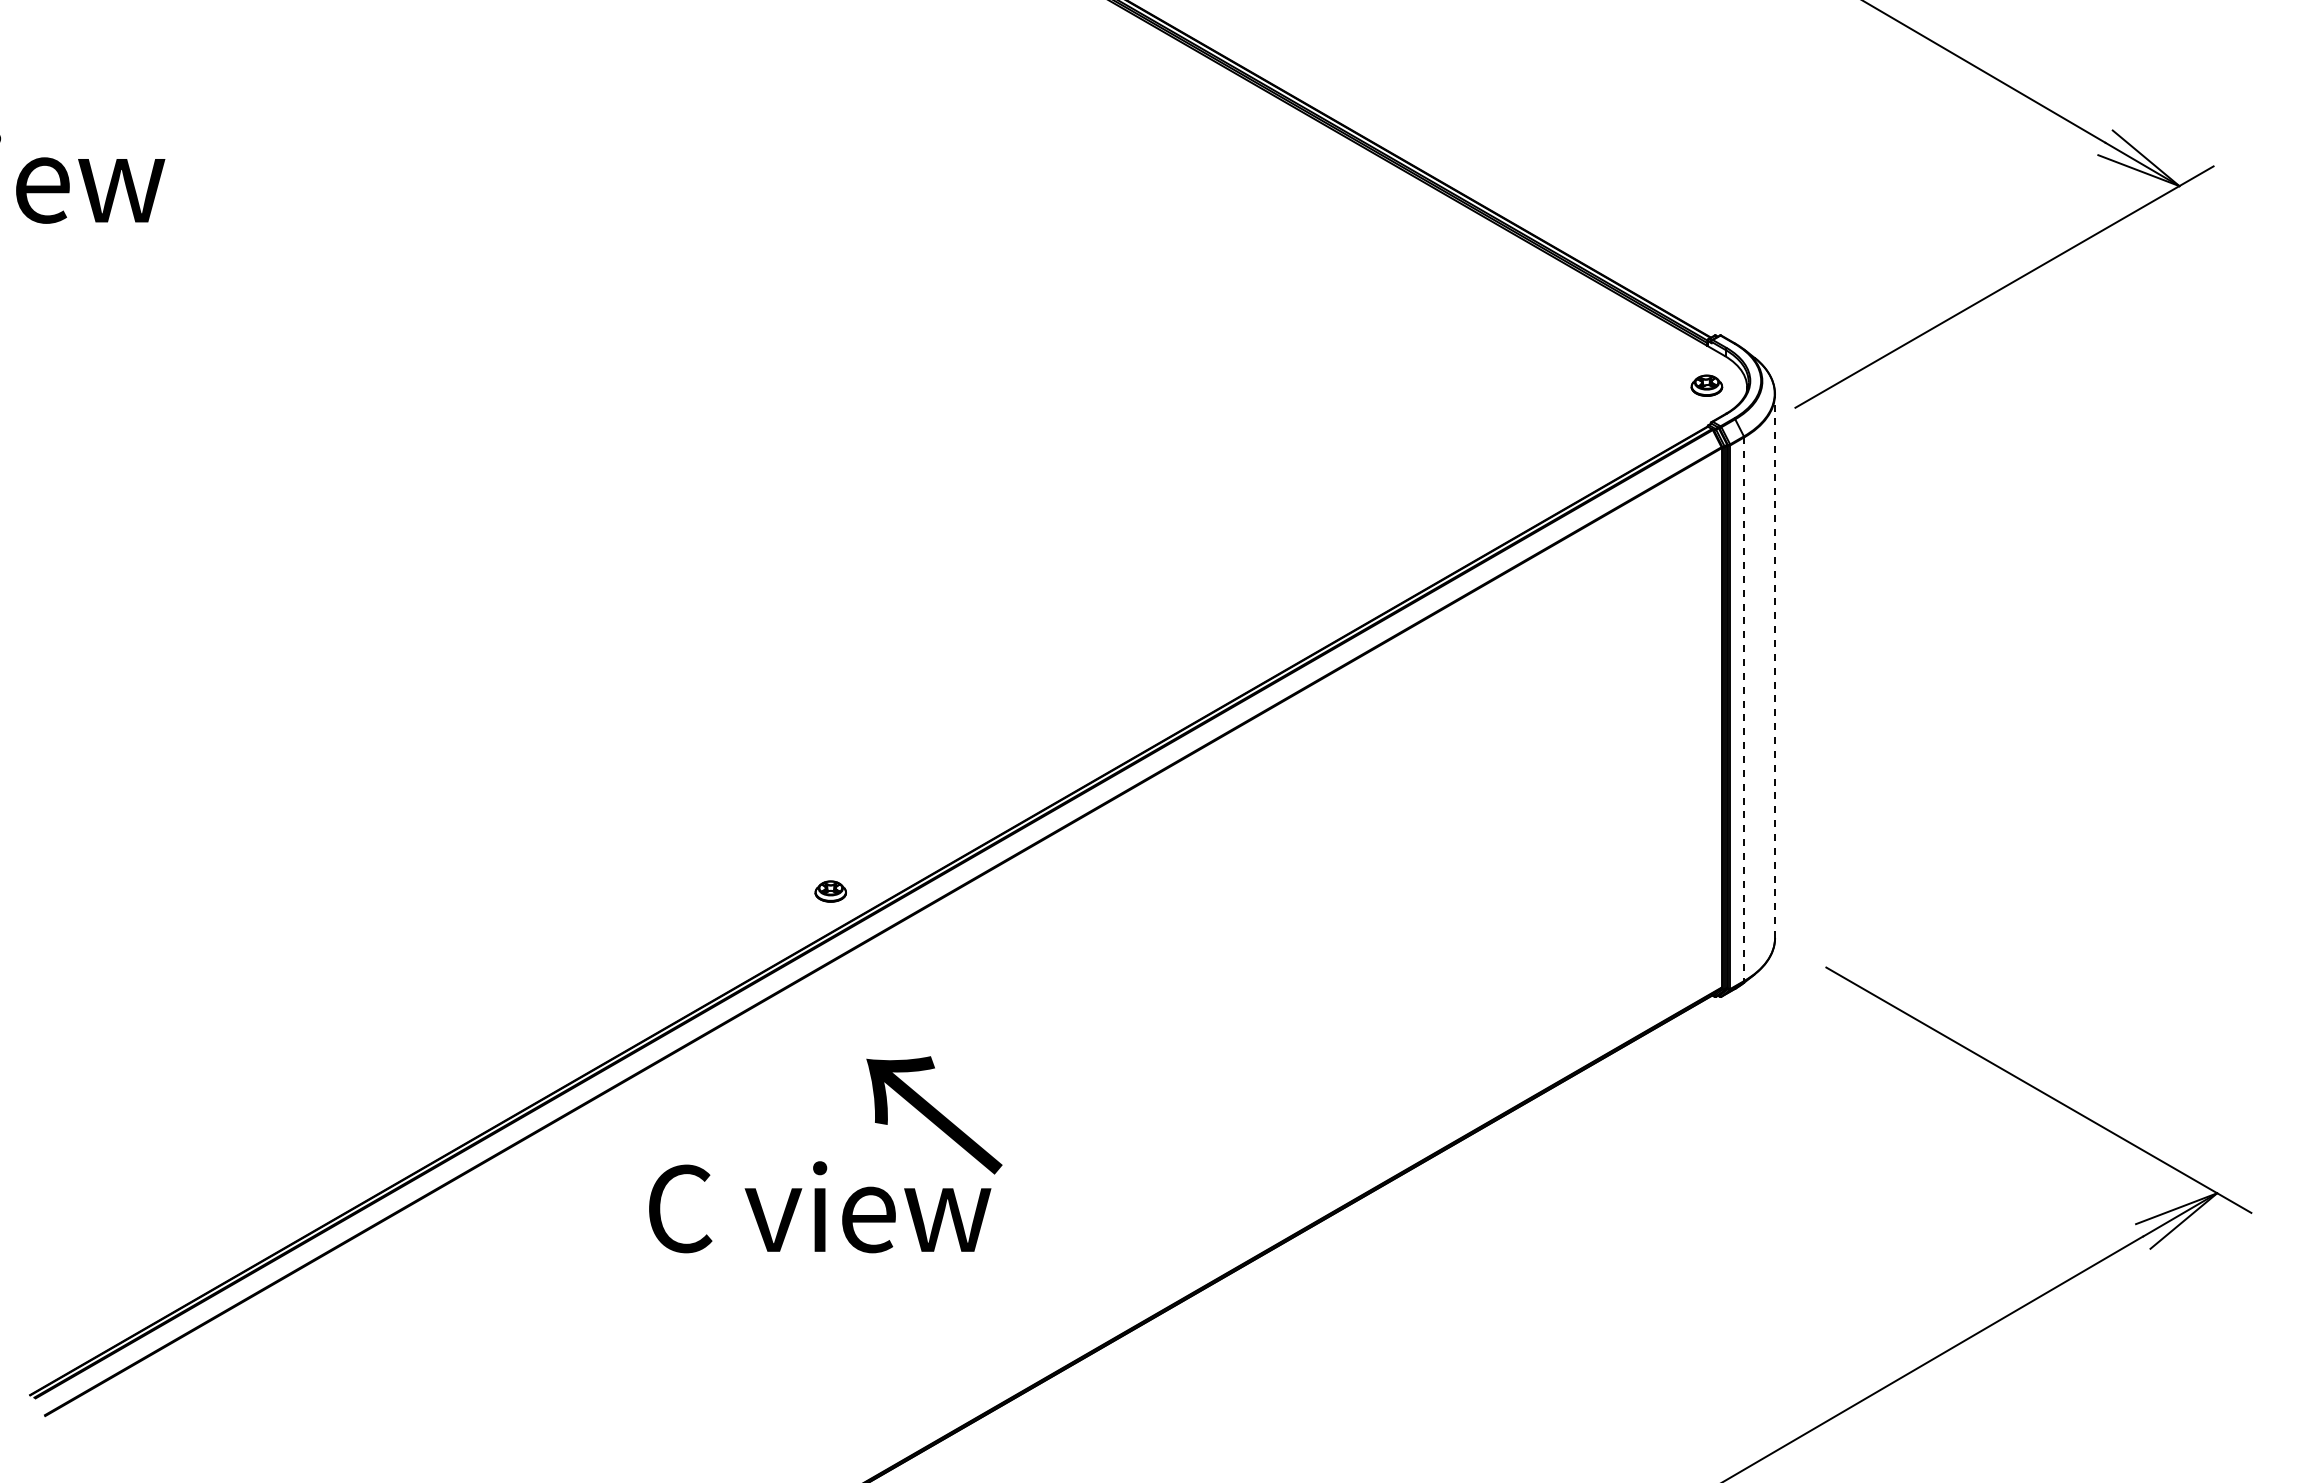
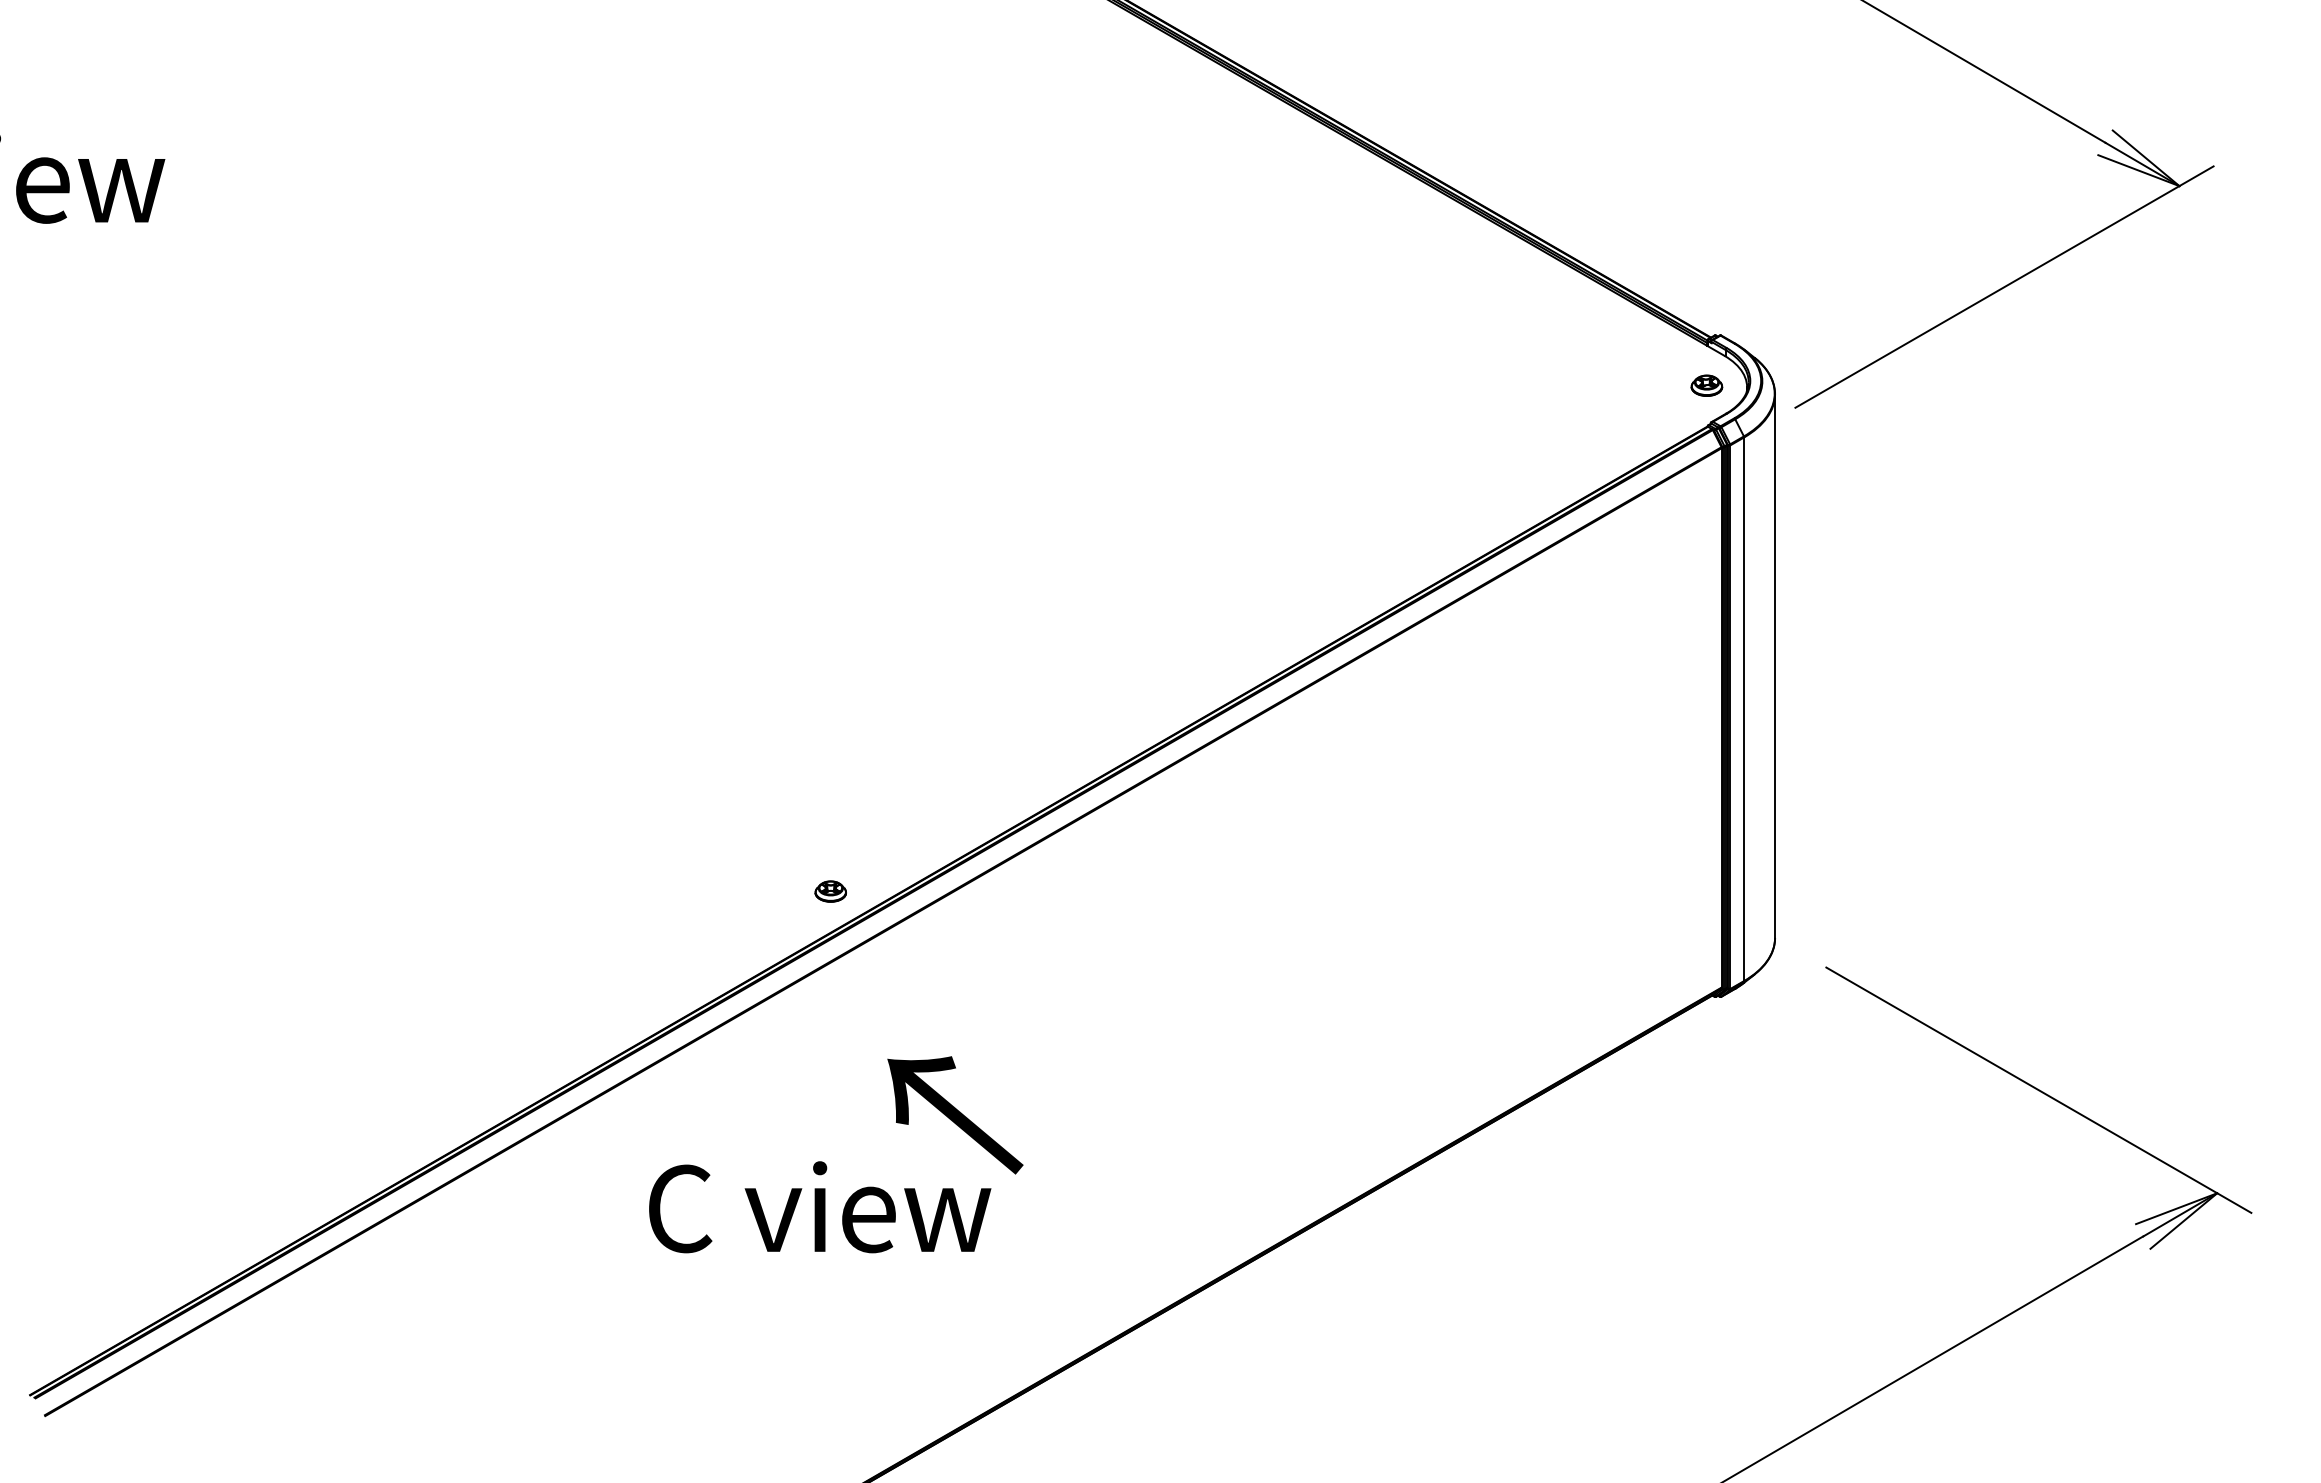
line at (1775, 666): dashed -> solid
line at (1744, 709): dashed -> solid
text at (934, 1115) position: (934, 1115) -> (955, 1115)
